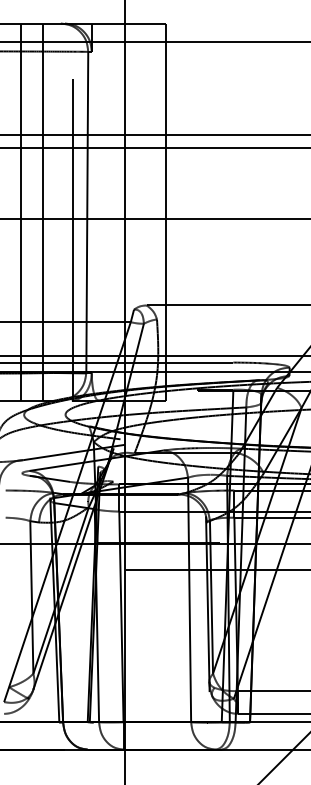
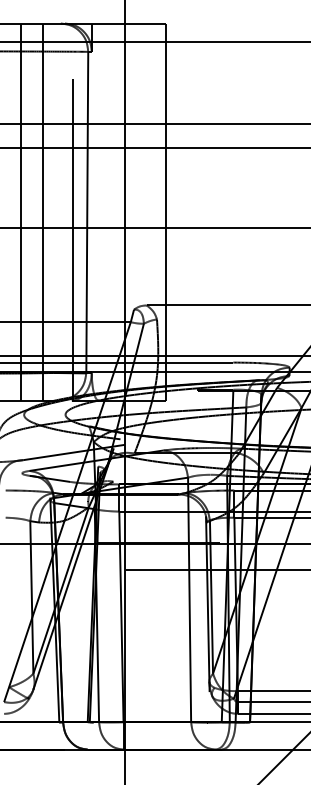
line at (154, 135) position: (154, 135) -> (154, 124)
line at (154, 218) position: (154, 218) -> (154, 227)
line at (272, 702): none -> present
